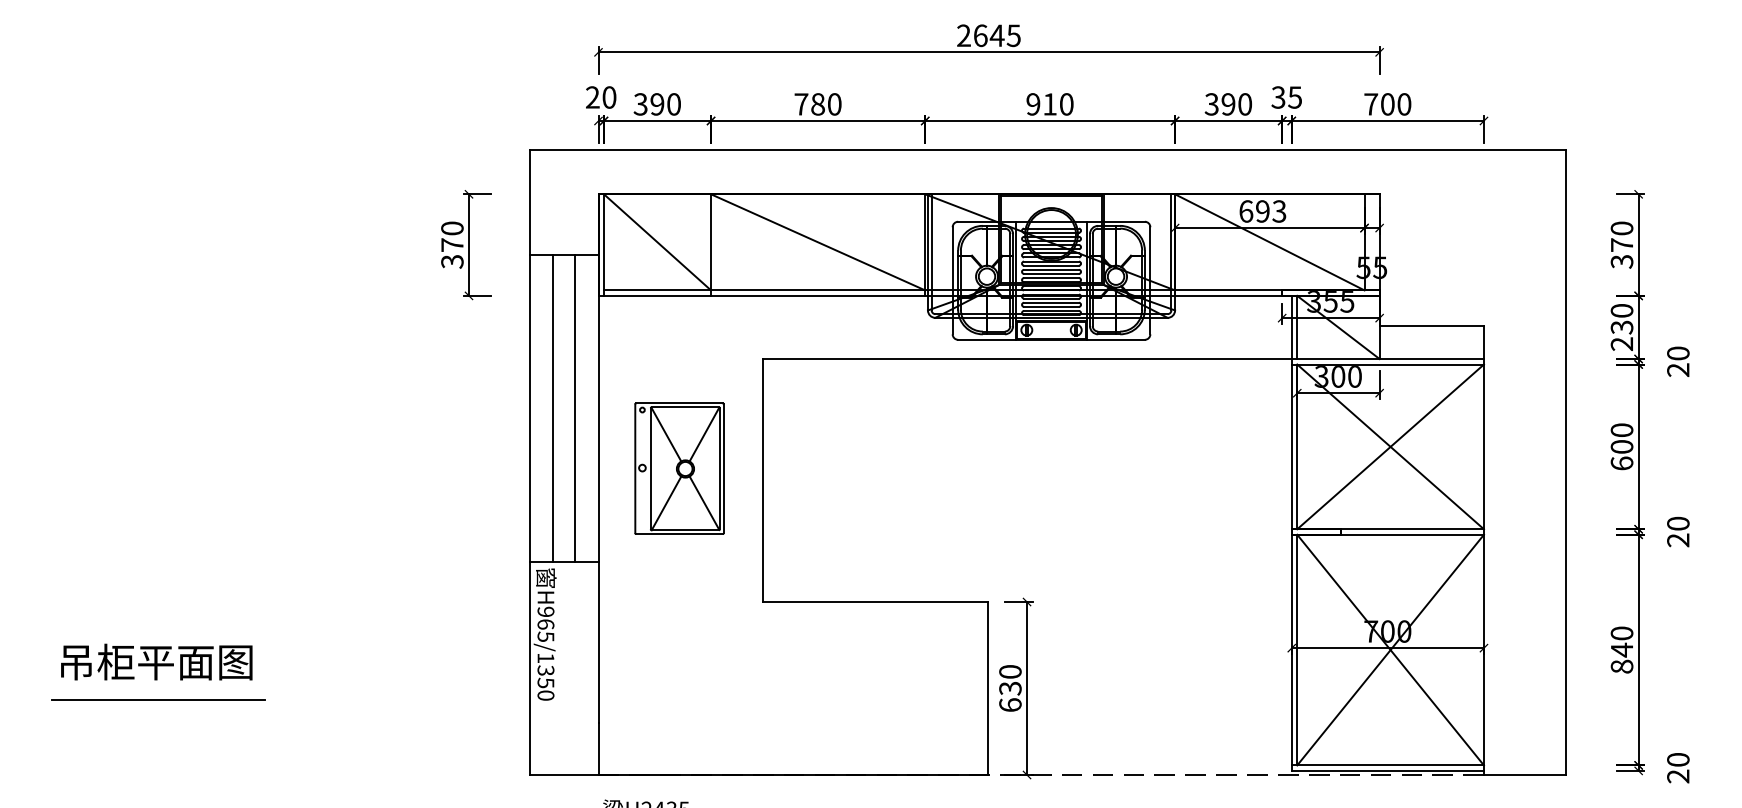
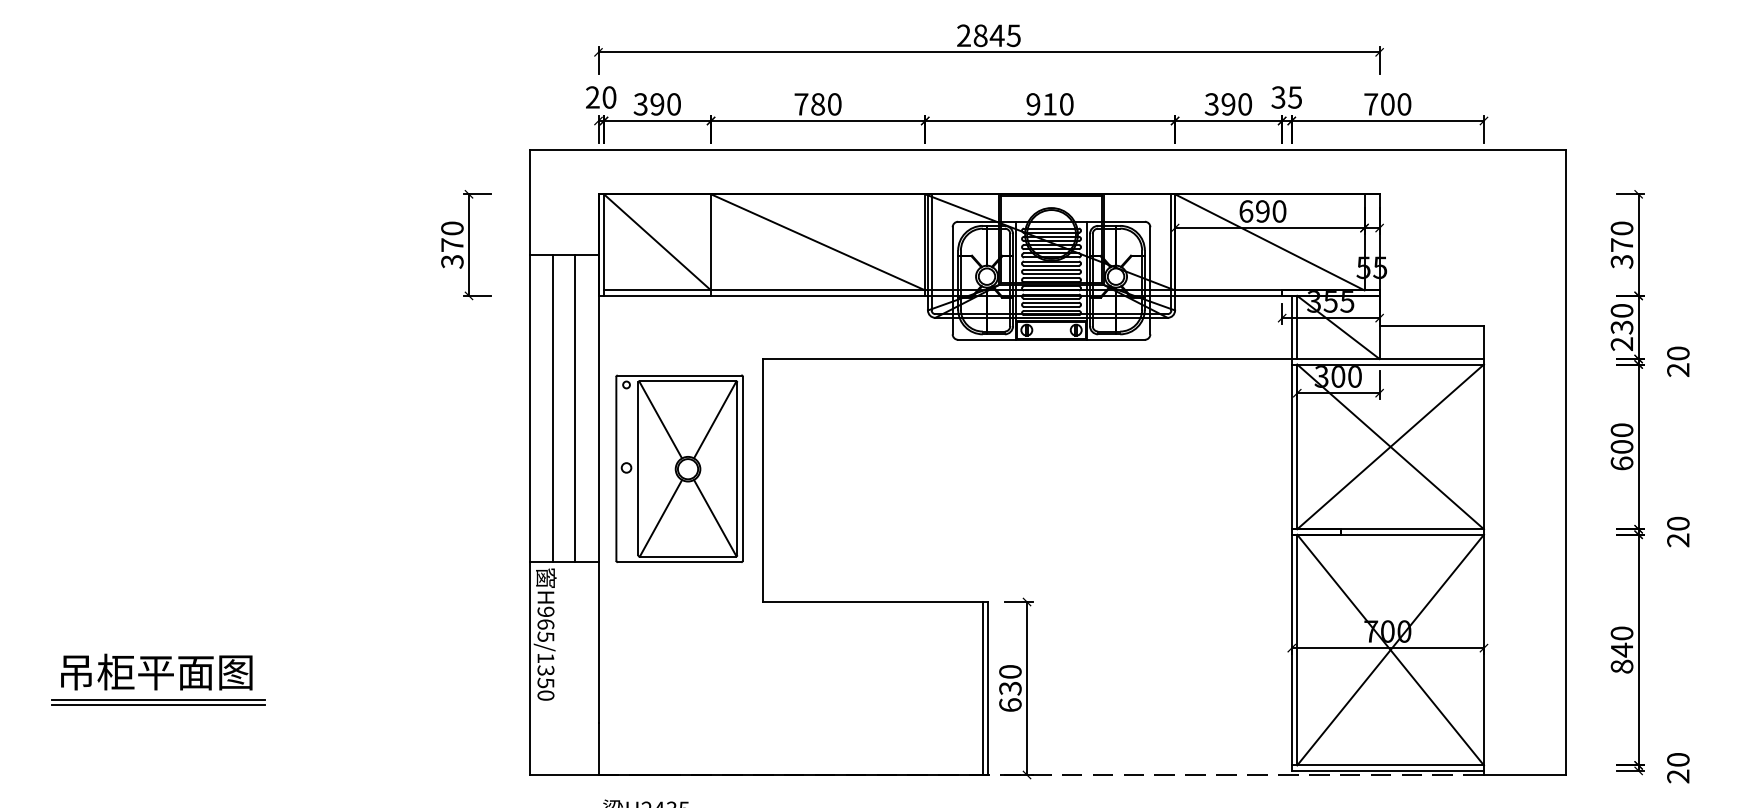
text at (980, 35): 2645 -> 2845
text at (1279, 211): 693 -> 690
part at (679, 468) size: 91x133 px -> 129x189 px
text at (156, 661) position: (156, 661) -> (156, 671)
line at (982, 688): none -> present
line at (158, 705): none -> present
